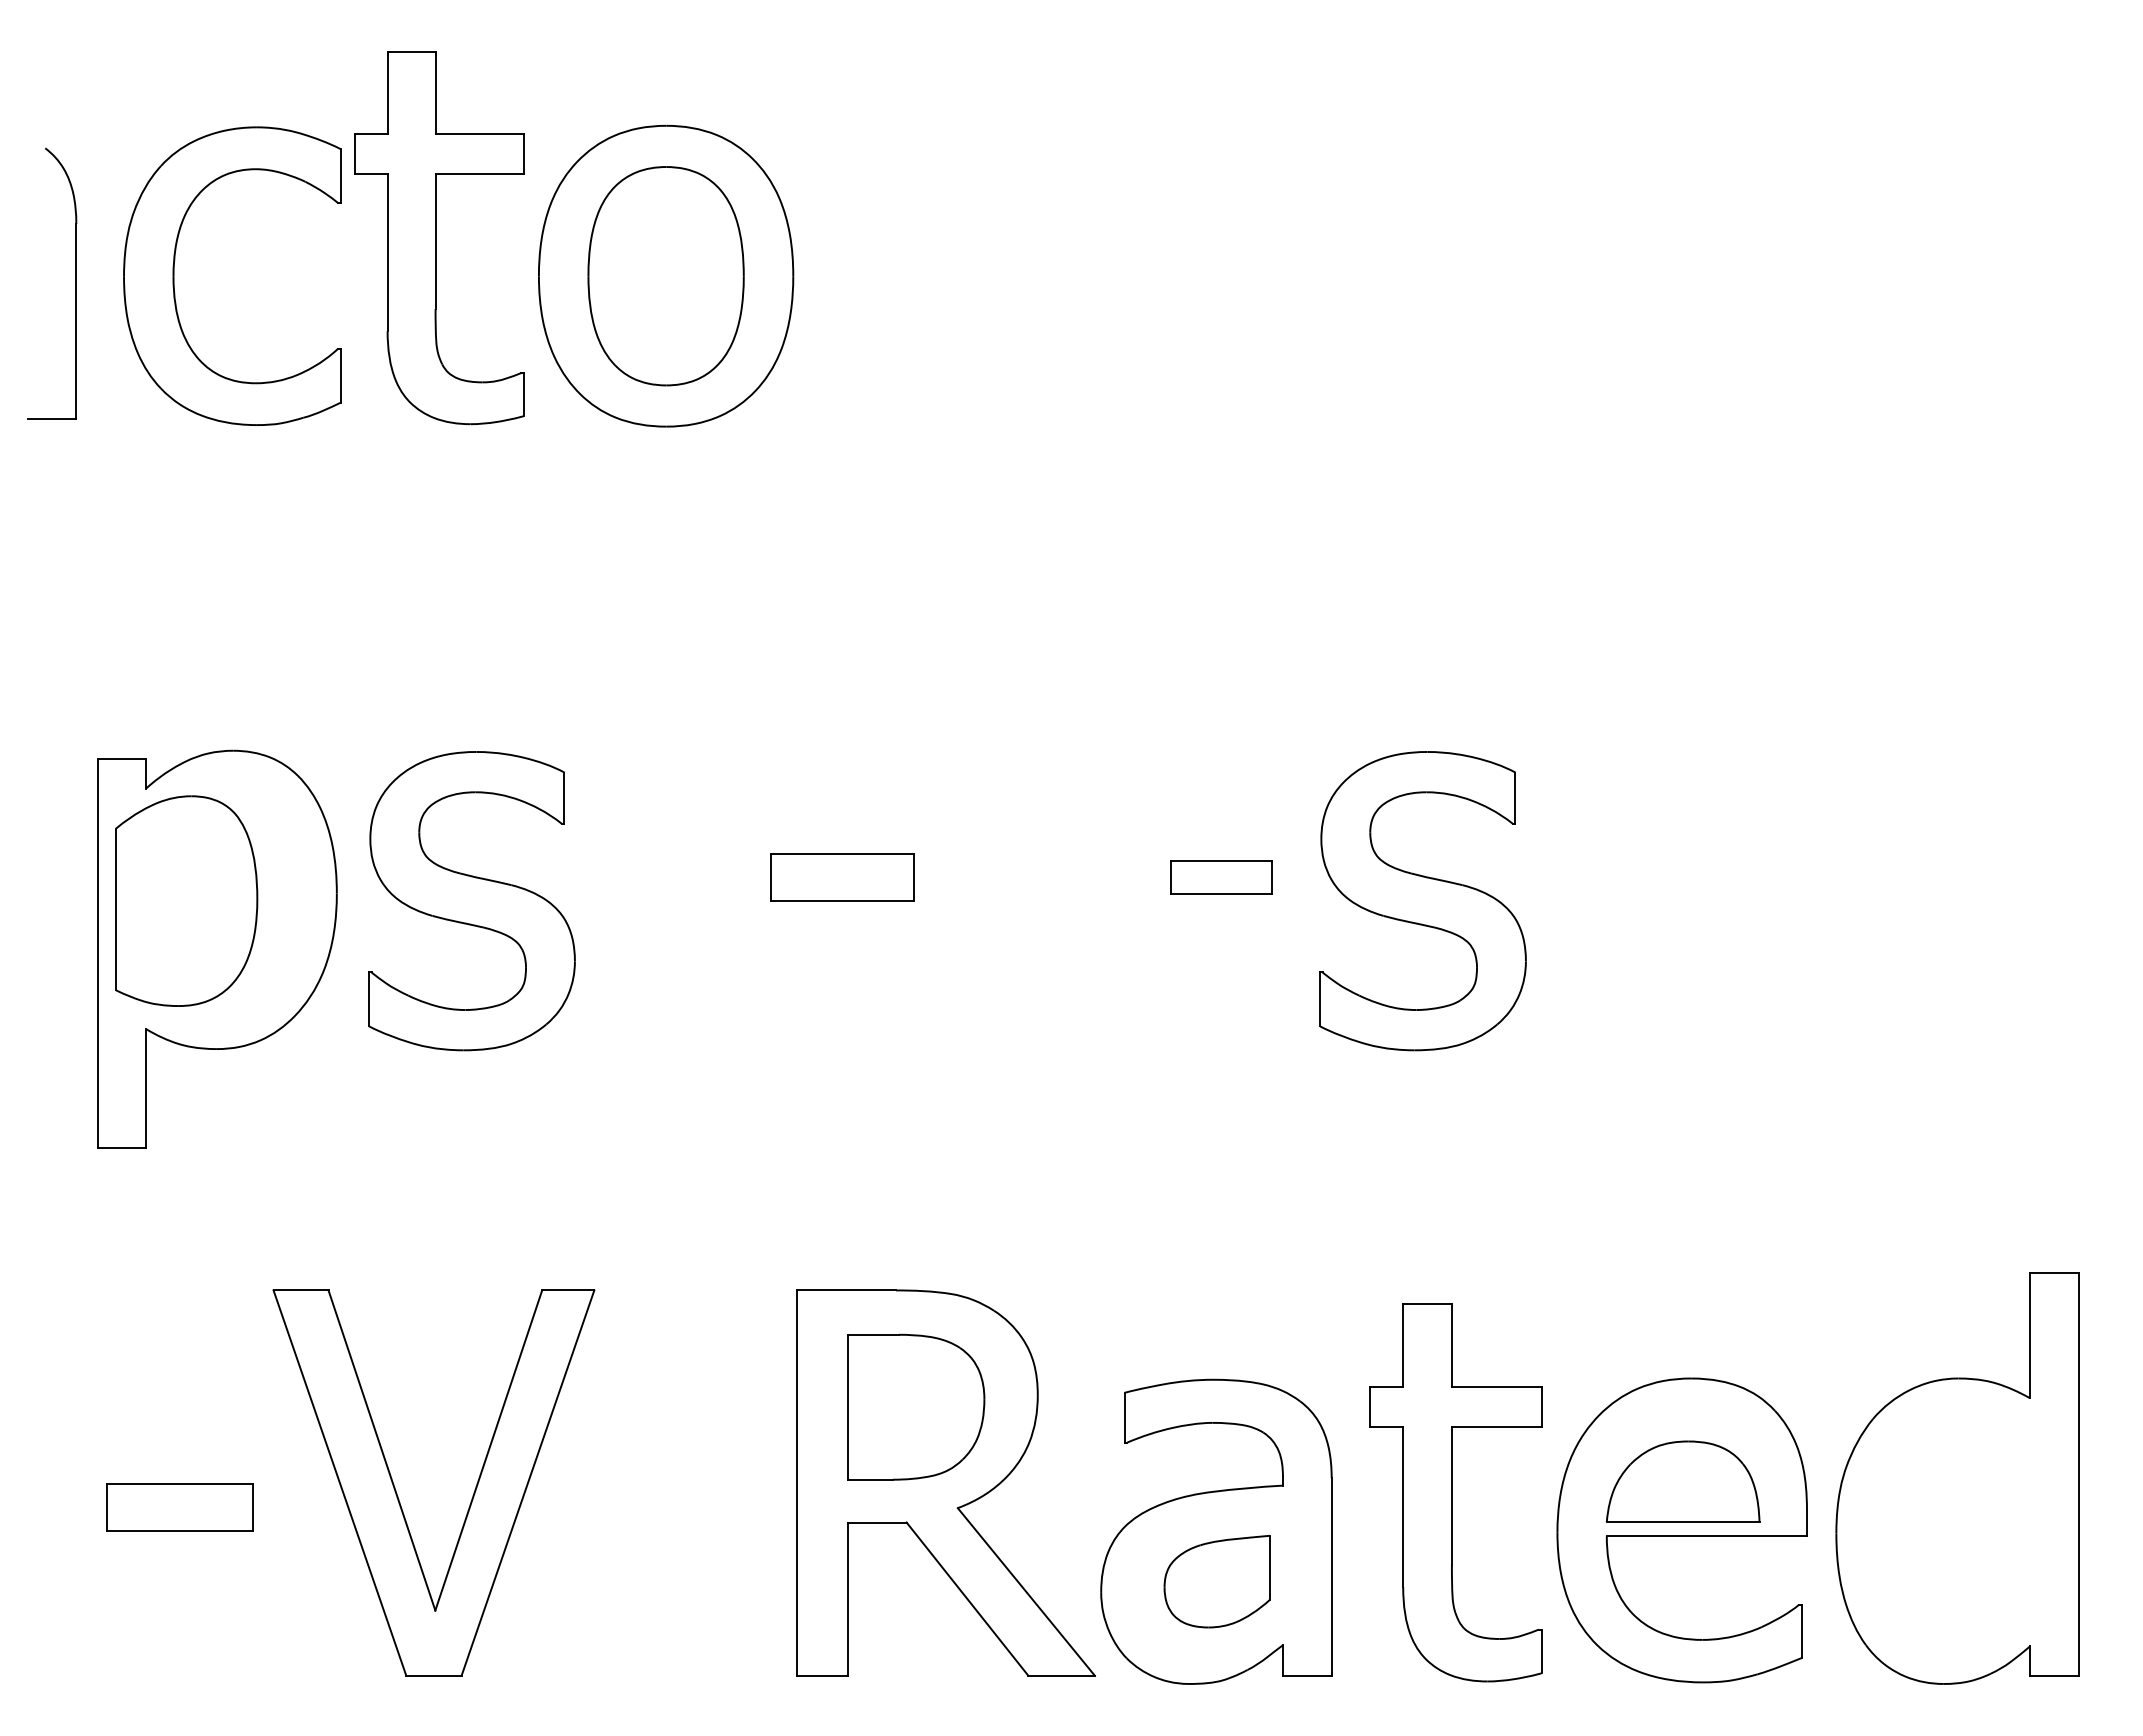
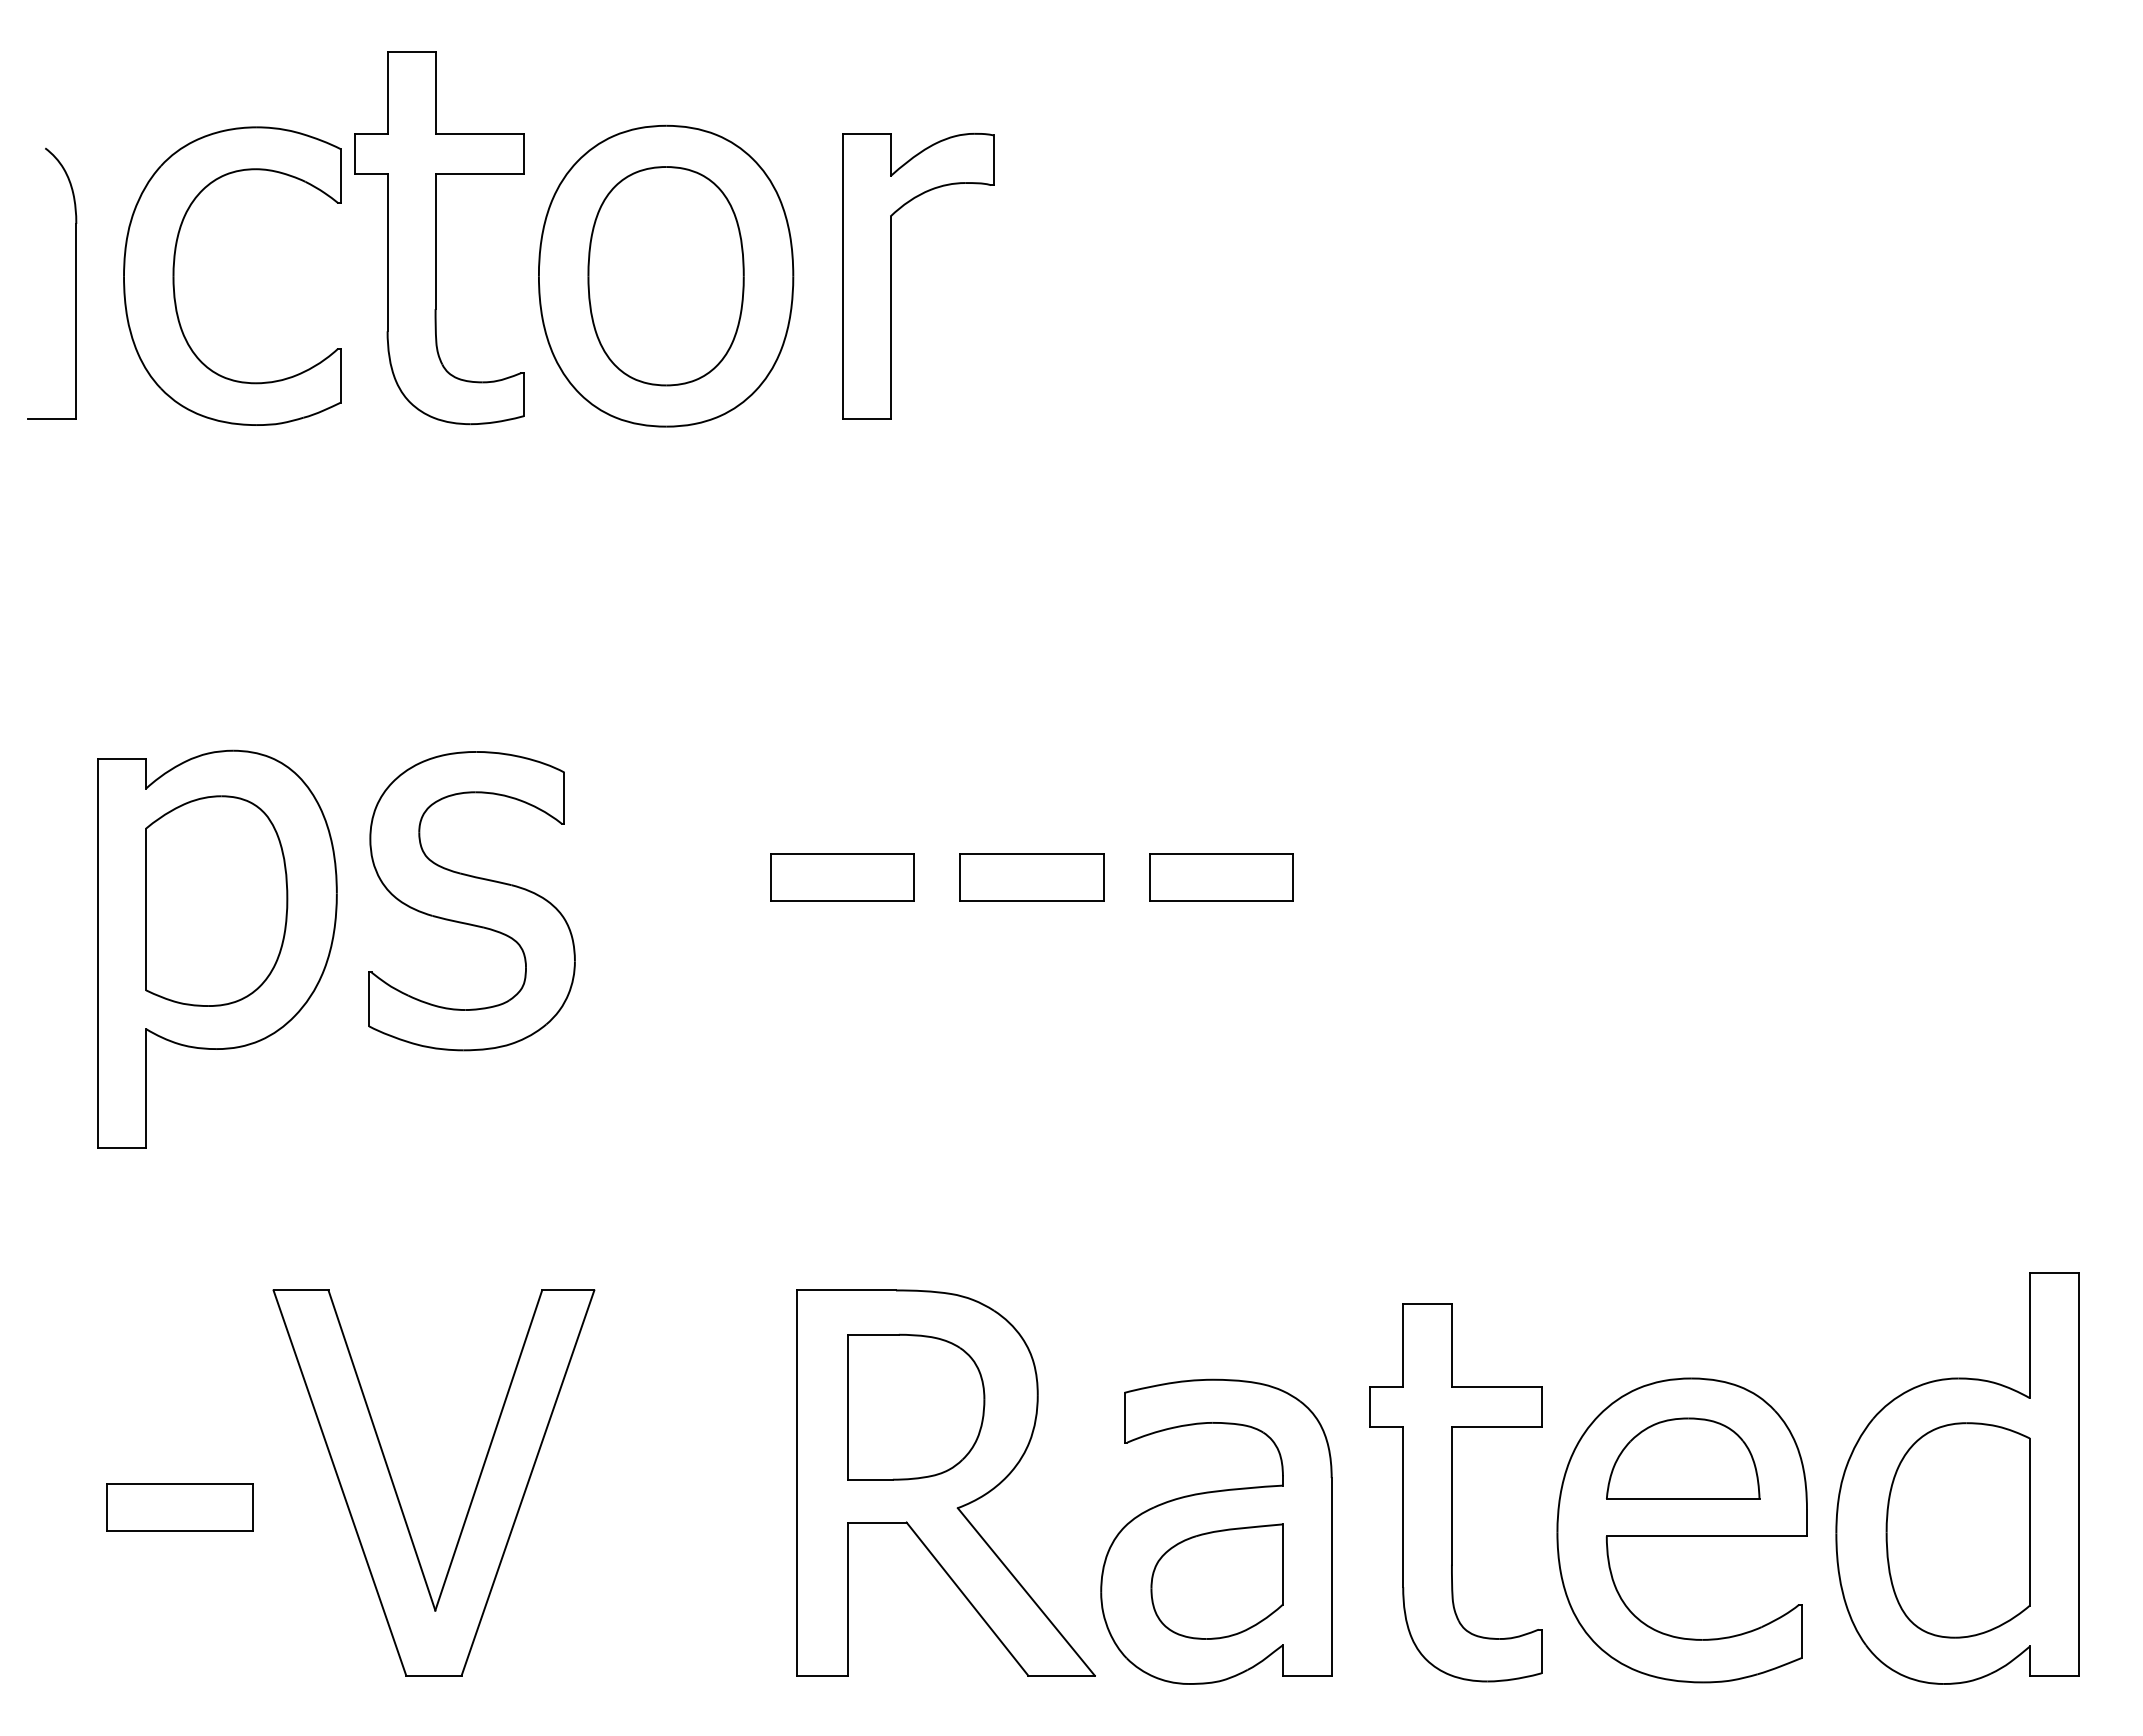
part at (891, 275): none -> present
part at (1031, 877): none -> present
part at (1221, 877) size: 103x35 px -> 145x49 px
part at (186, 900) position: (186, 900) -> (216, 900)
part at (1422, 901): present -> none
part at (1683, 1481) position: (1683, 1481) -> (1683, 1458)
part at (1957, 1530): none -> present
part at (1216, 1581) size: 108x94 px -> 134x117 px
